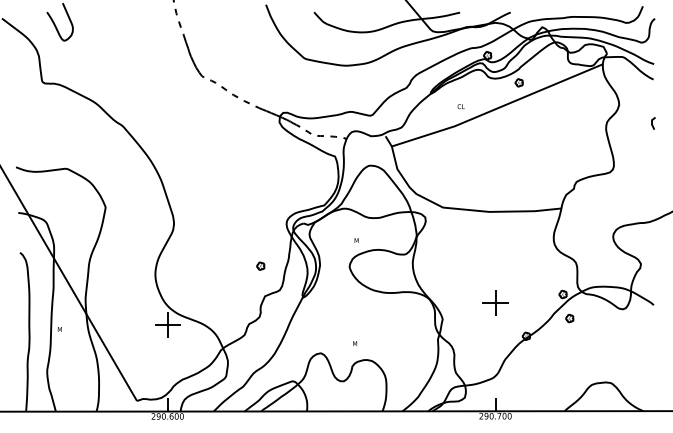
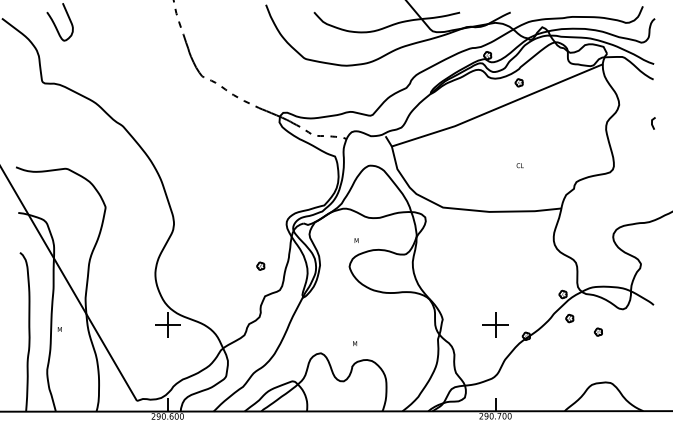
text at (460, 106) position: (460, 106) -> (519, 165)
part at (495, 302) position: (495, 302) -> (495, 324)
part at (597, 331): none -> present
